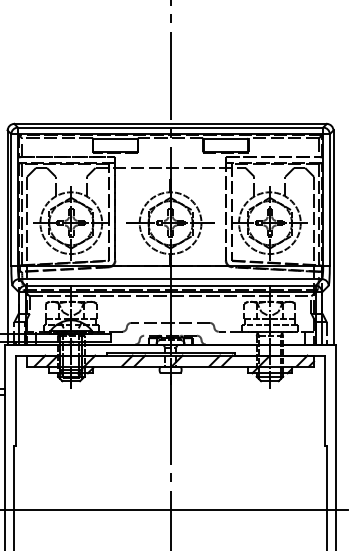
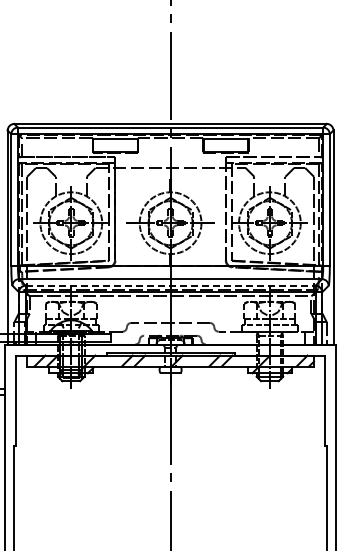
line at (170, 285): solid -> dashed
line at (175, 510): present -> none
